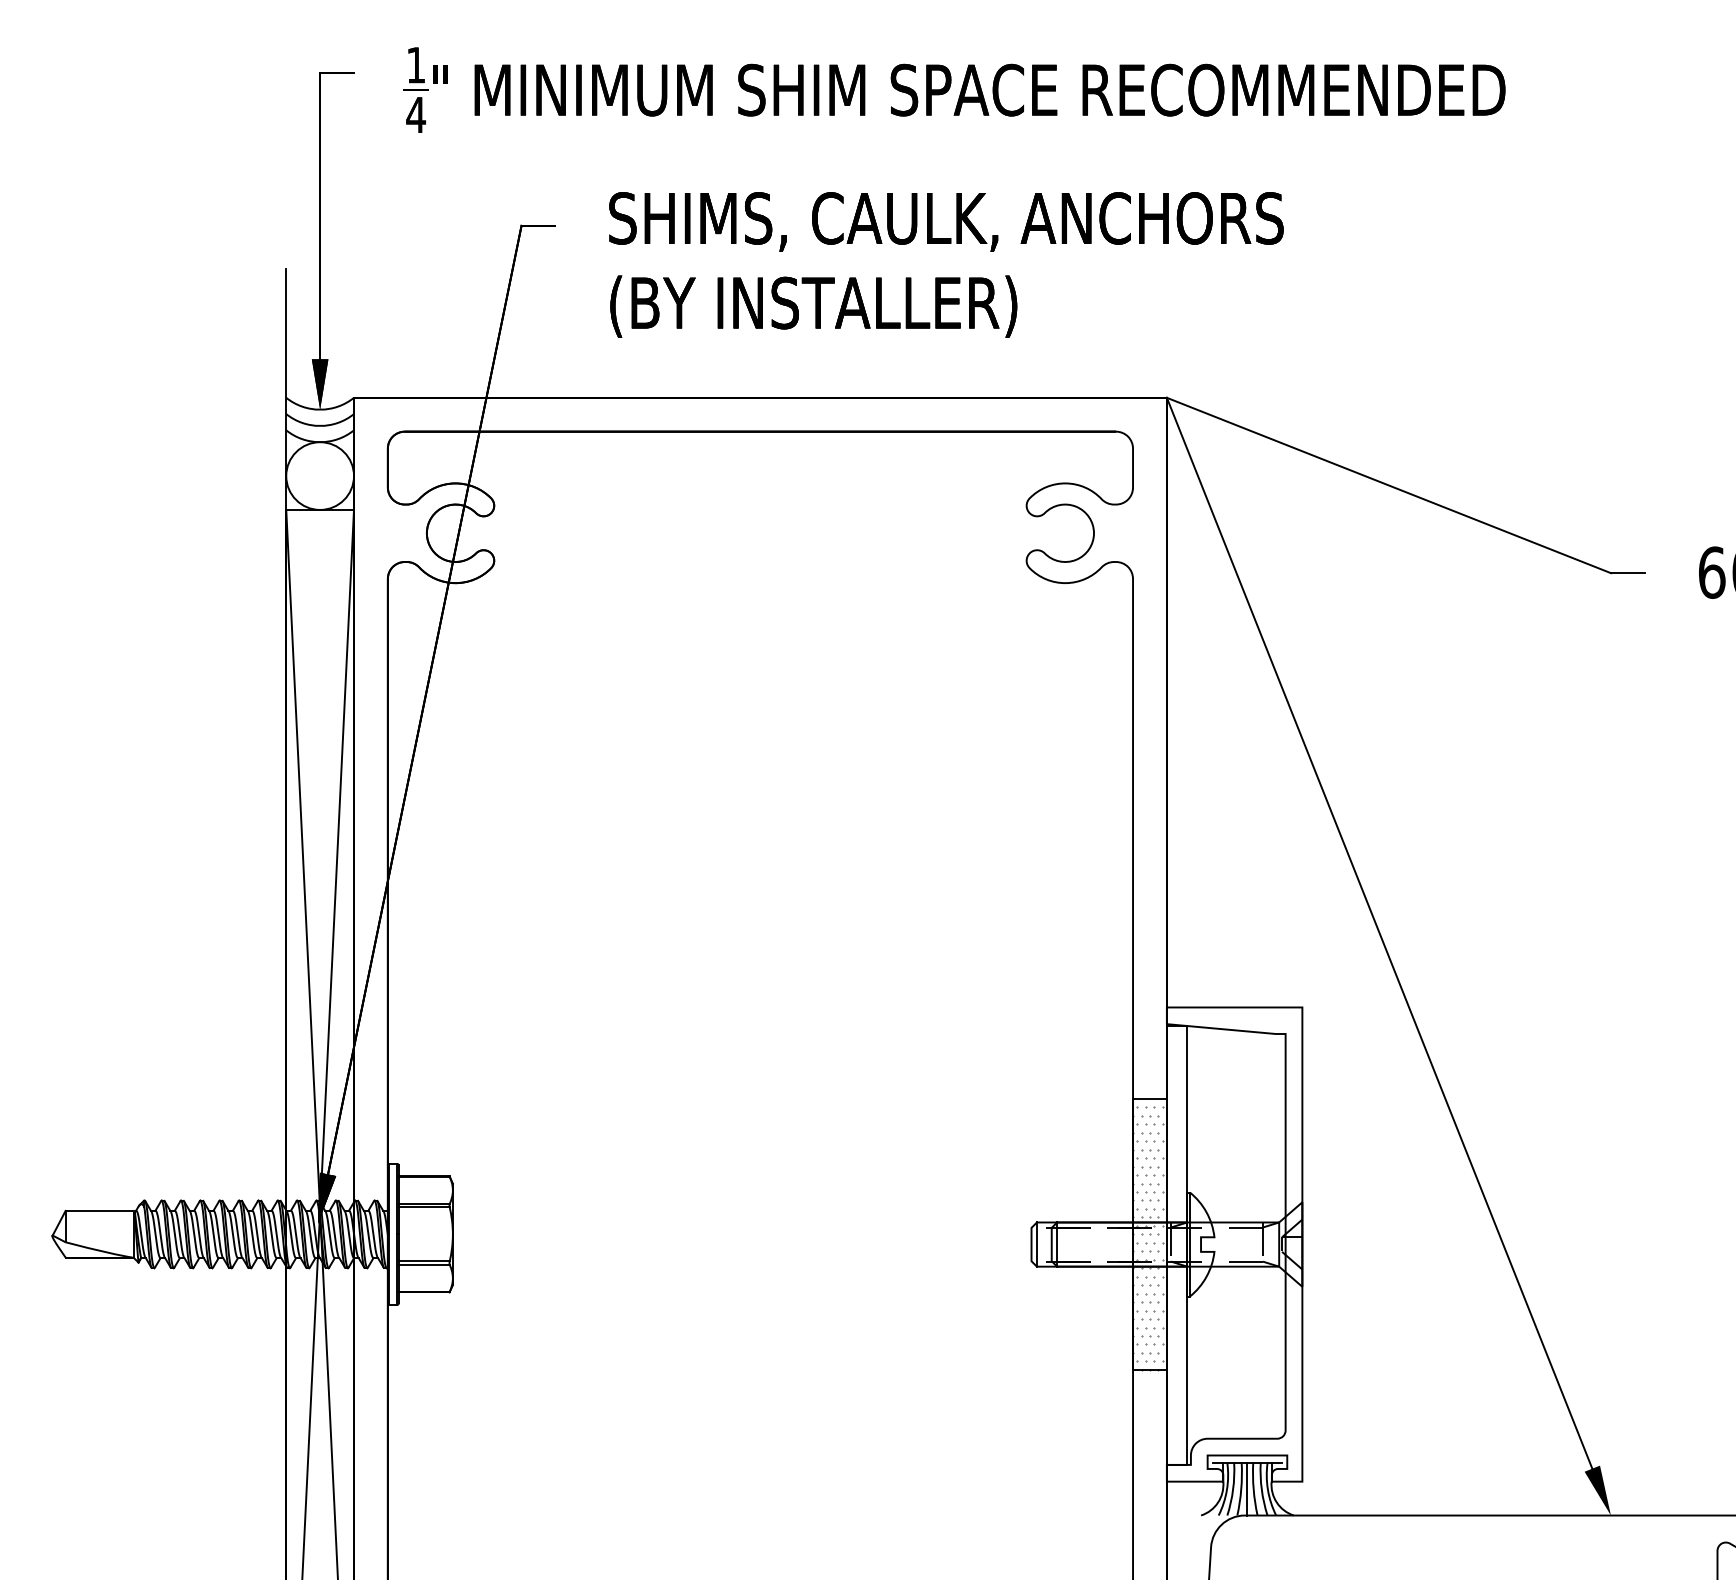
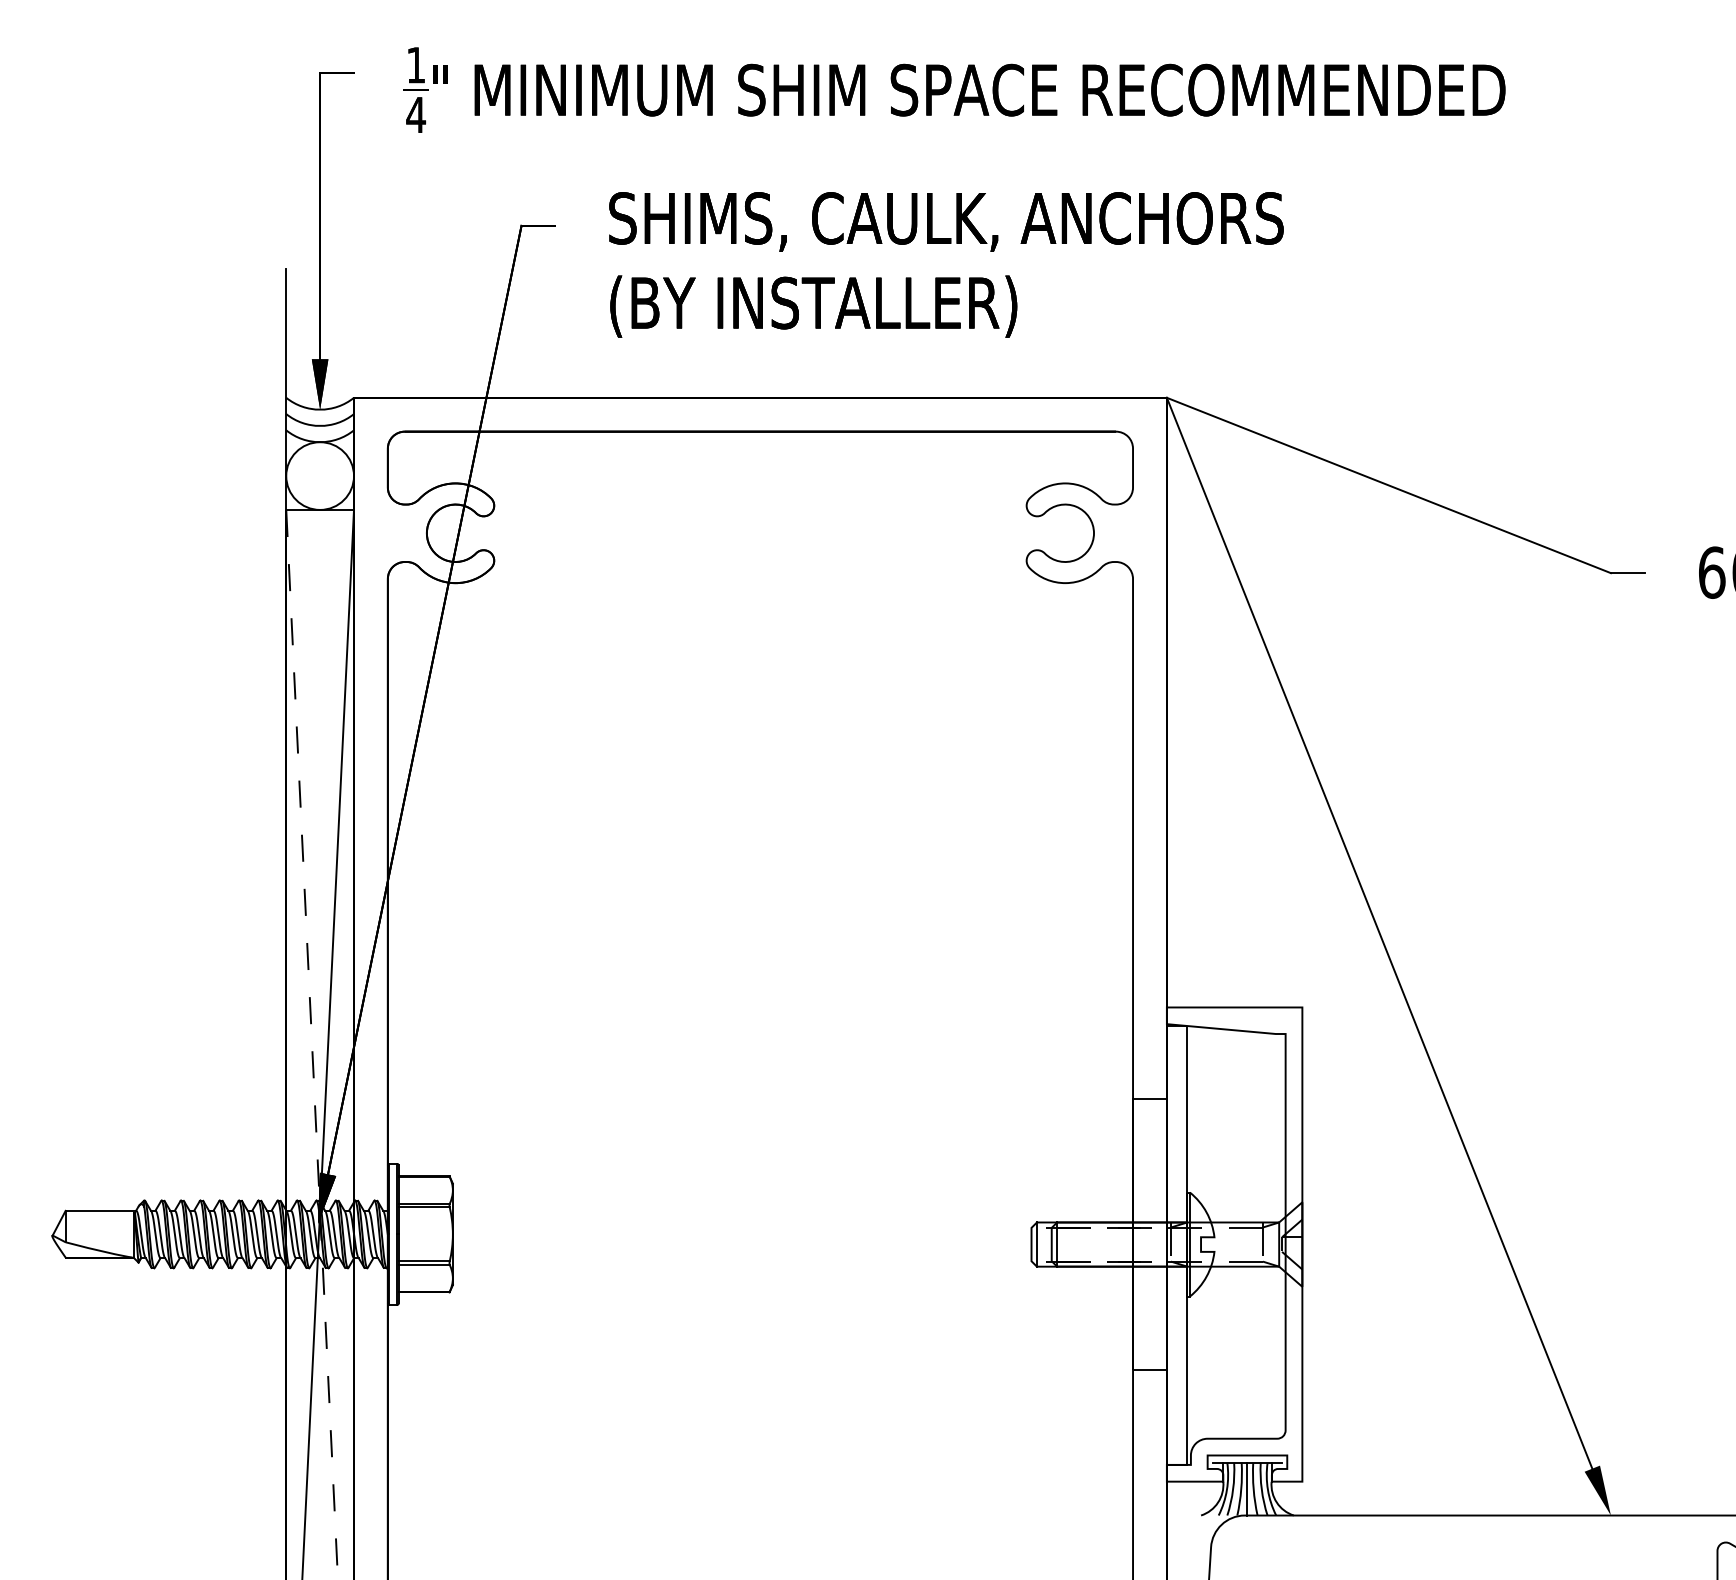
line at (312, 1044): solid -> dashed
hatch at (1147, 1238): present -> none
